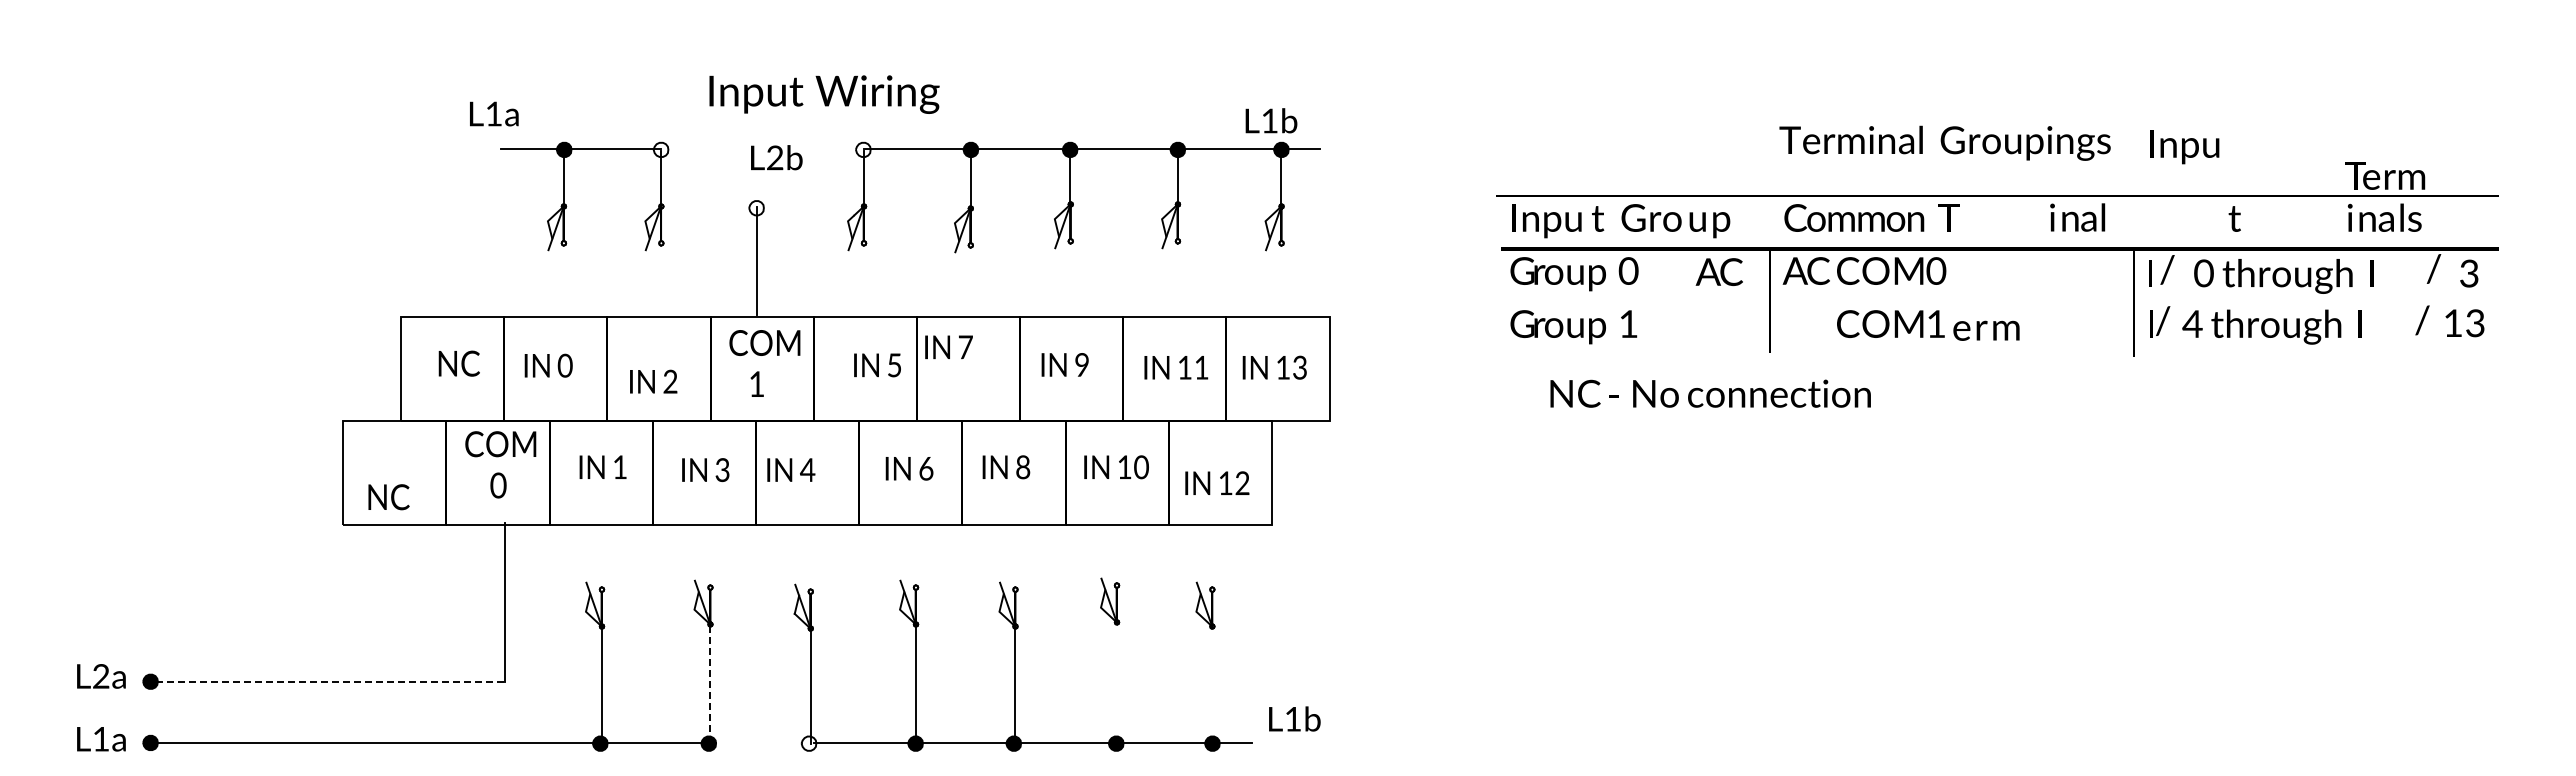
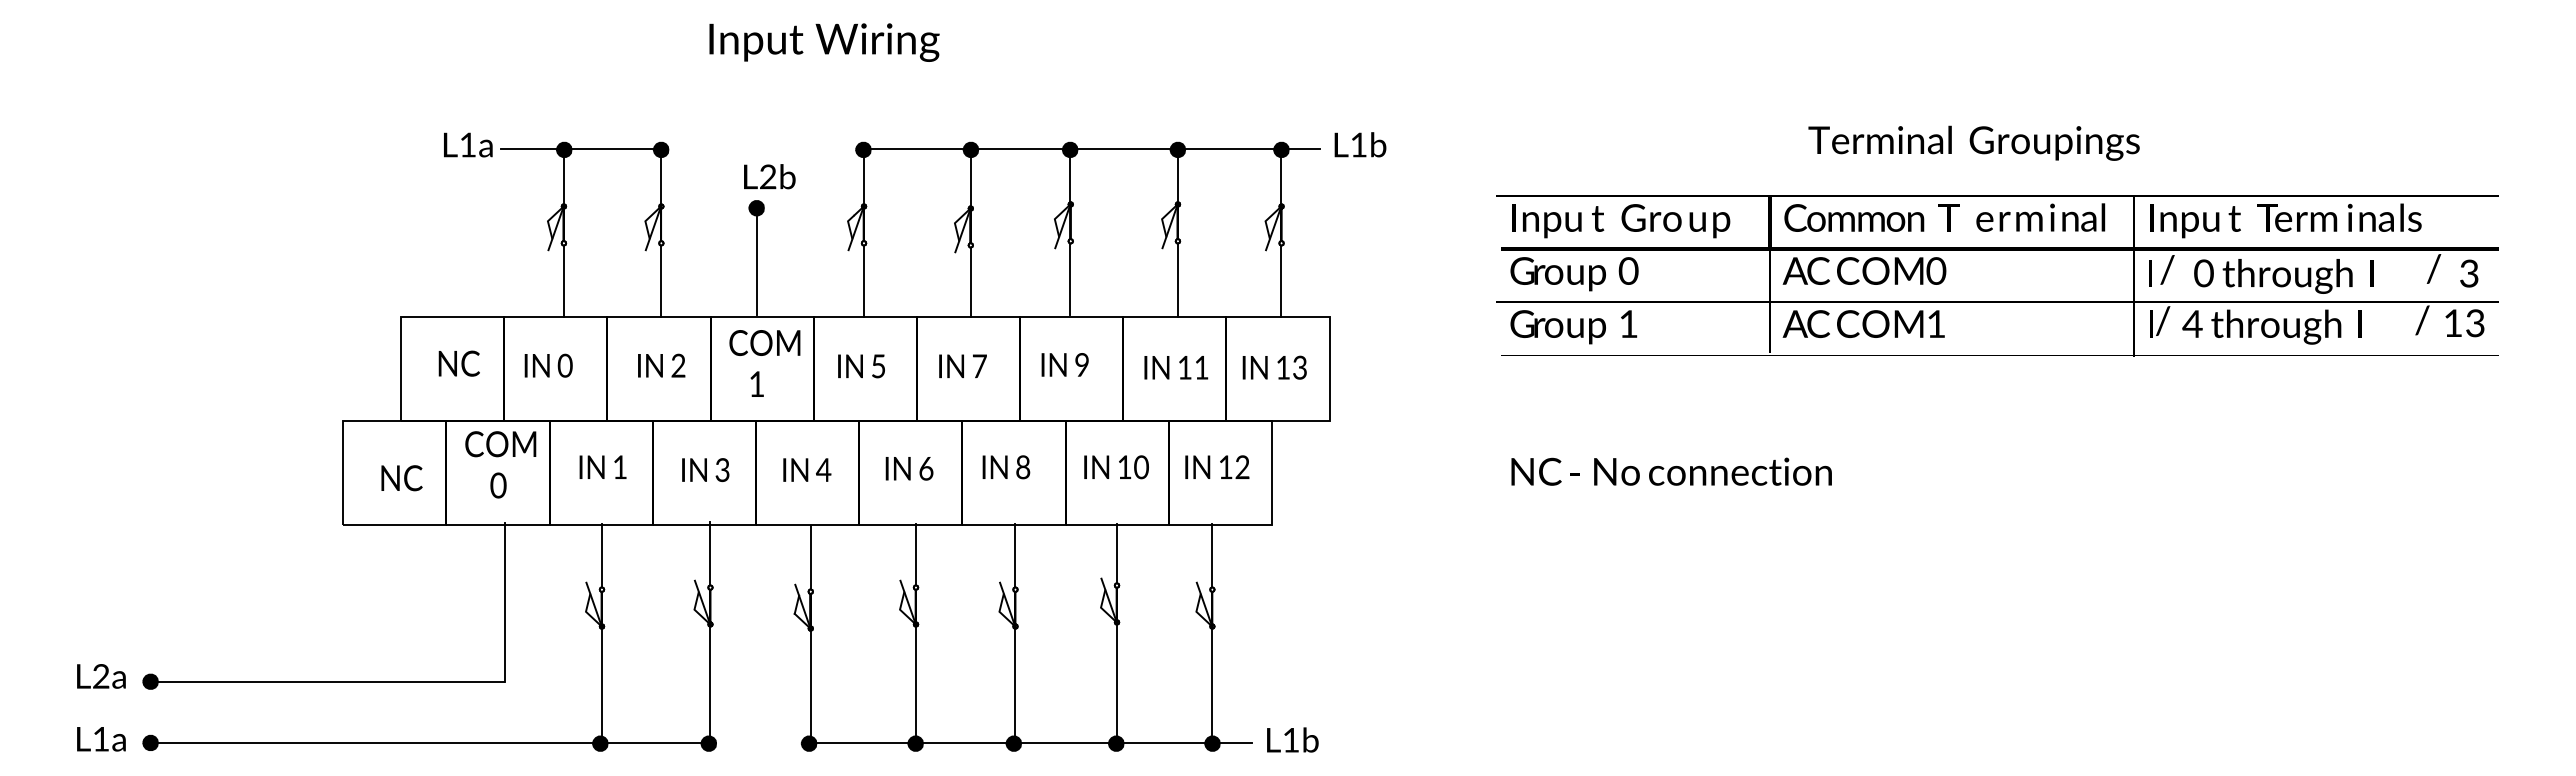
text at (824, 94) position: (824, 94) -> (824, 42)
text at (494, 113) position: (494, 113) -> (468, 144)
text at (1271, 120) position: (1271, 120) -> (1360, 144)
text at (1944, 142) position: (1944, 142) -> (1973, 142)
text at (2184, 147) position: (2184, 147) -> (2184, 221)
fill at (660, 149): none -> present
fill at (862, 149): none -> present
text at (776, 157) position: (776, 157) -> (769, 176)
text at (2385, 175) position: (2385, 175) -> (2297, 217)
fill at (756, 208): none -> present
fill at (1770, 222): none -> present
fill at (2134, 222): none -> present
text at (1718, 271) position: (1718, 271) -> (1805, 323)
line at (1070, 278): none -> present
line at (1177, 279): none -> present
line at (563, 280): none -> present
line at (661, 280): none -> present
line at (863, 280): none -> present
line at (1281, 280): none -> present
line at (970, 281): none -> present
fill at (1996, 302): none -> present
text at (1986, 330) position: (1986, 330) -> (2009, 221)
text at (948, 347) position: (948, 347) -> (962, 366)
fill at (1999, 355): none -> present
text at (877, 365) position: (877, 365) -> (861, 366)
text at (653, 381) position: (653, 381) -> (661, 365)
text at (1710, 393) position: (1710, 393) -> (1671, 471)
text at (791, 469) position: (791, 469) -> (807, 469)
text at (1217, 482) position: (1217, 482) -> (1217, 466)
text at (388, 497) position: (388, 497) -> (401, 478)
line at (710, 553): none -> present
line at (1116, 553): none -> present
line at (915, 554): none -> present
line at (601, 555): none -> present
line at (1015, 555): none -> present
line at (1212, 555): none -> present
line at (810, 557): none -> present
line at (326, 681): dashed -> solid
line at (1116, 681): none -> present
line at (710, 684): dashed -> solid
line at (1212, 685): none -> present
text at (1294, 718) position: (1294, 718) -> (1292, 739)
fill at (808, 743): none -> present
